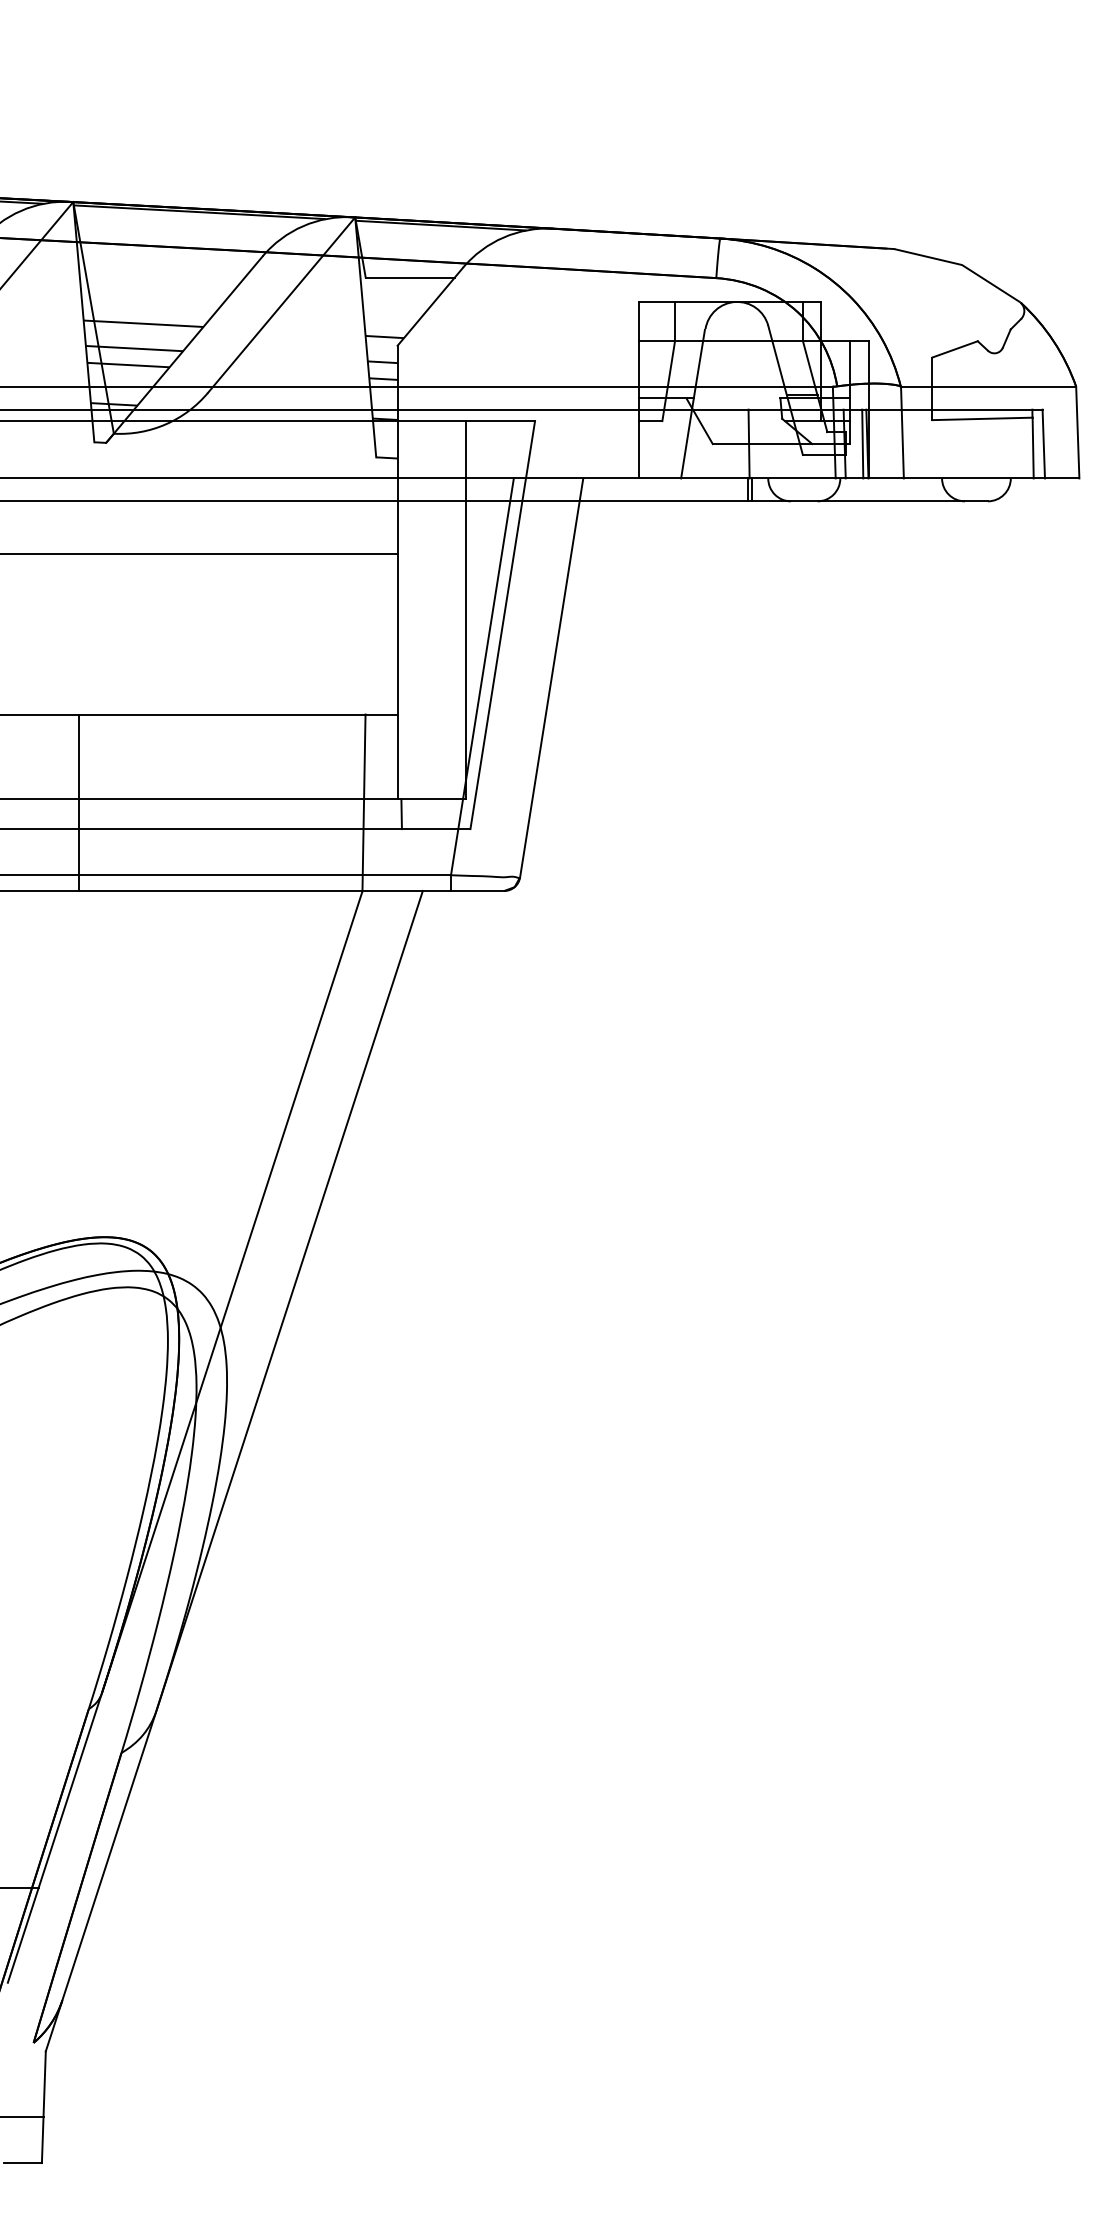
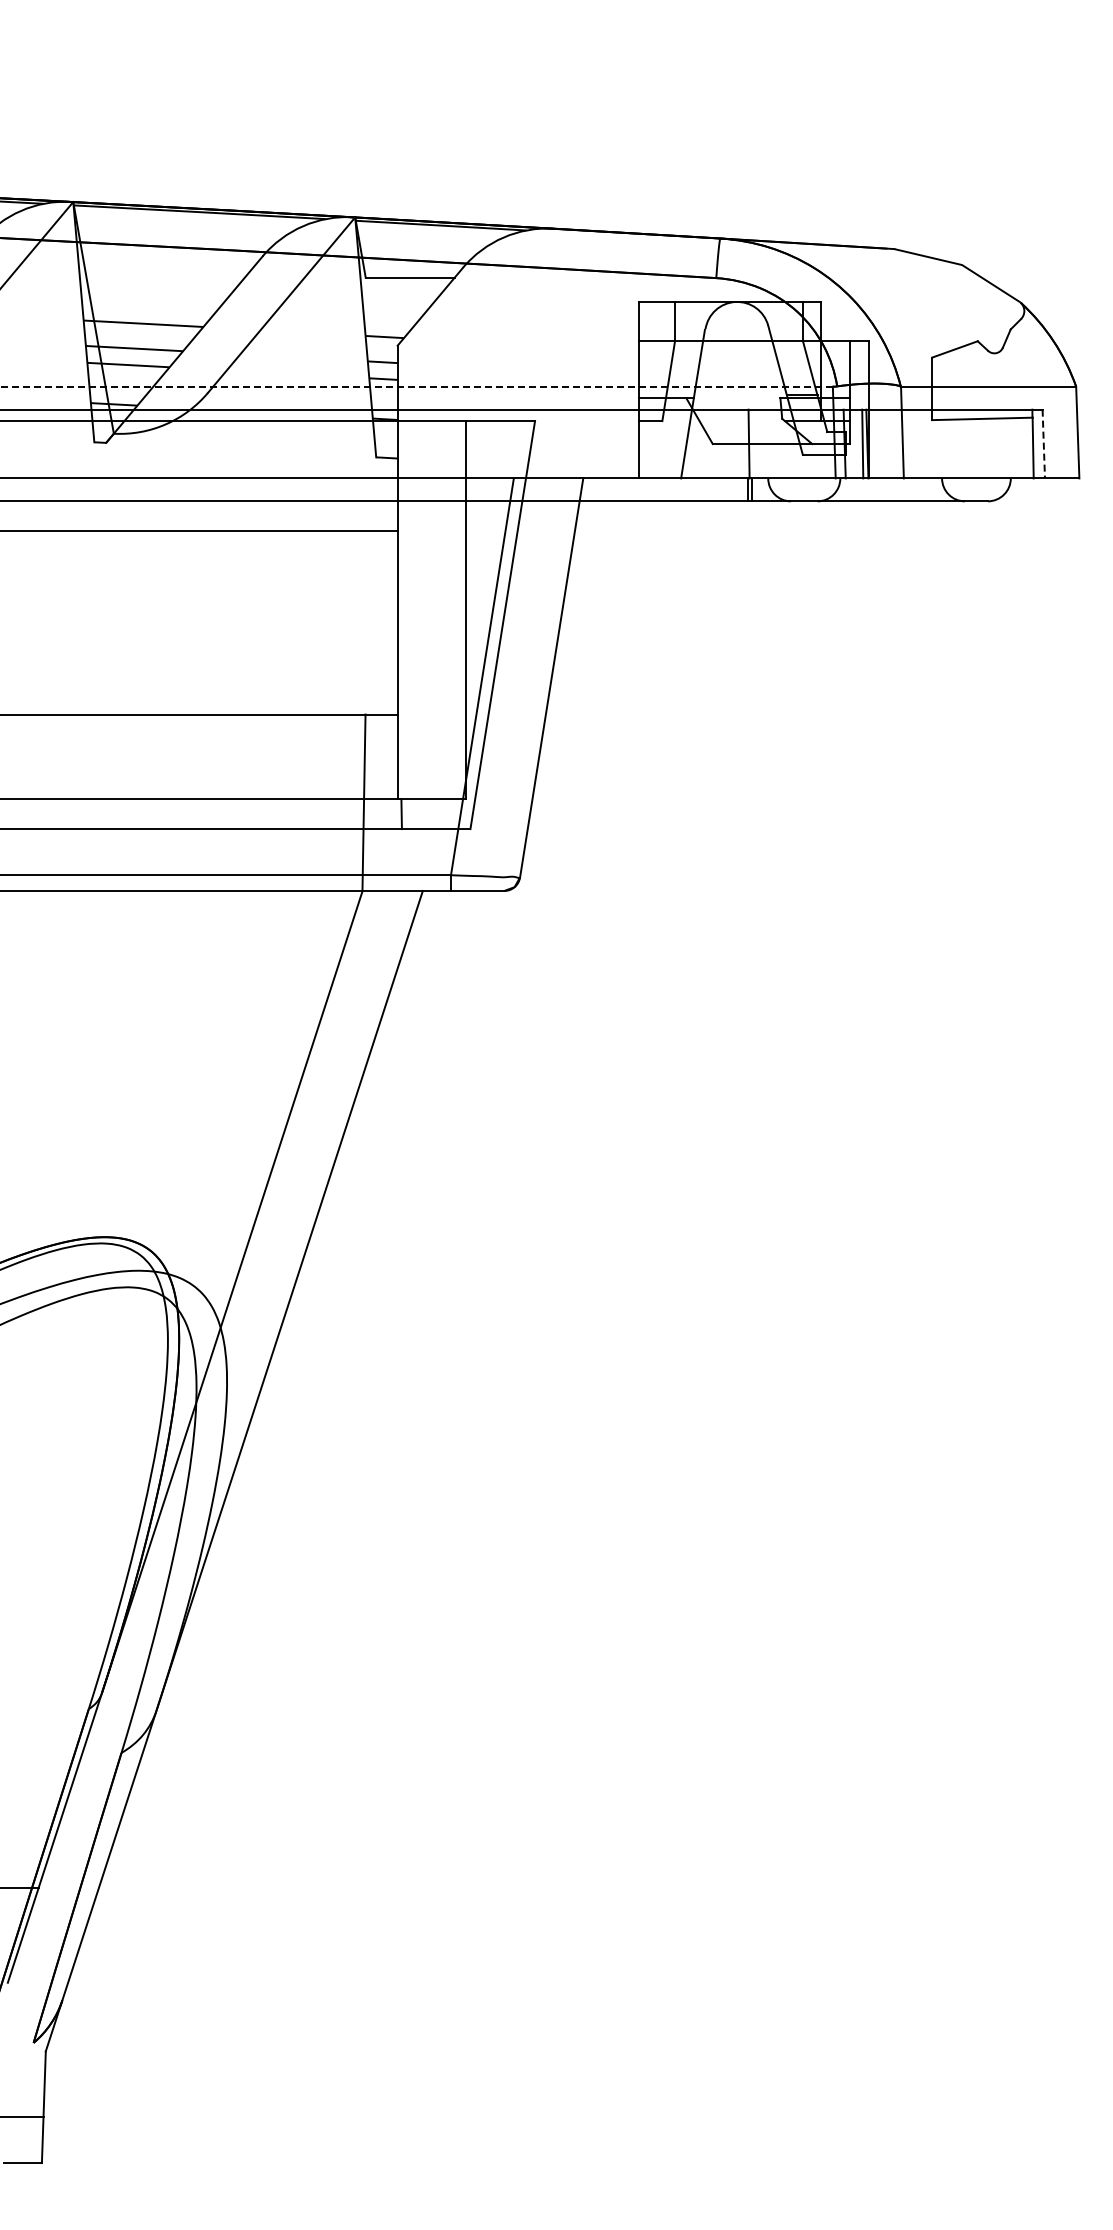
line at (416, 386): solid -> dashed
line at (1043, 444): solid -> dashed
line at (199, 554) position: (199, 554) -> (199, 531)
line at (79, 802): present -> none
